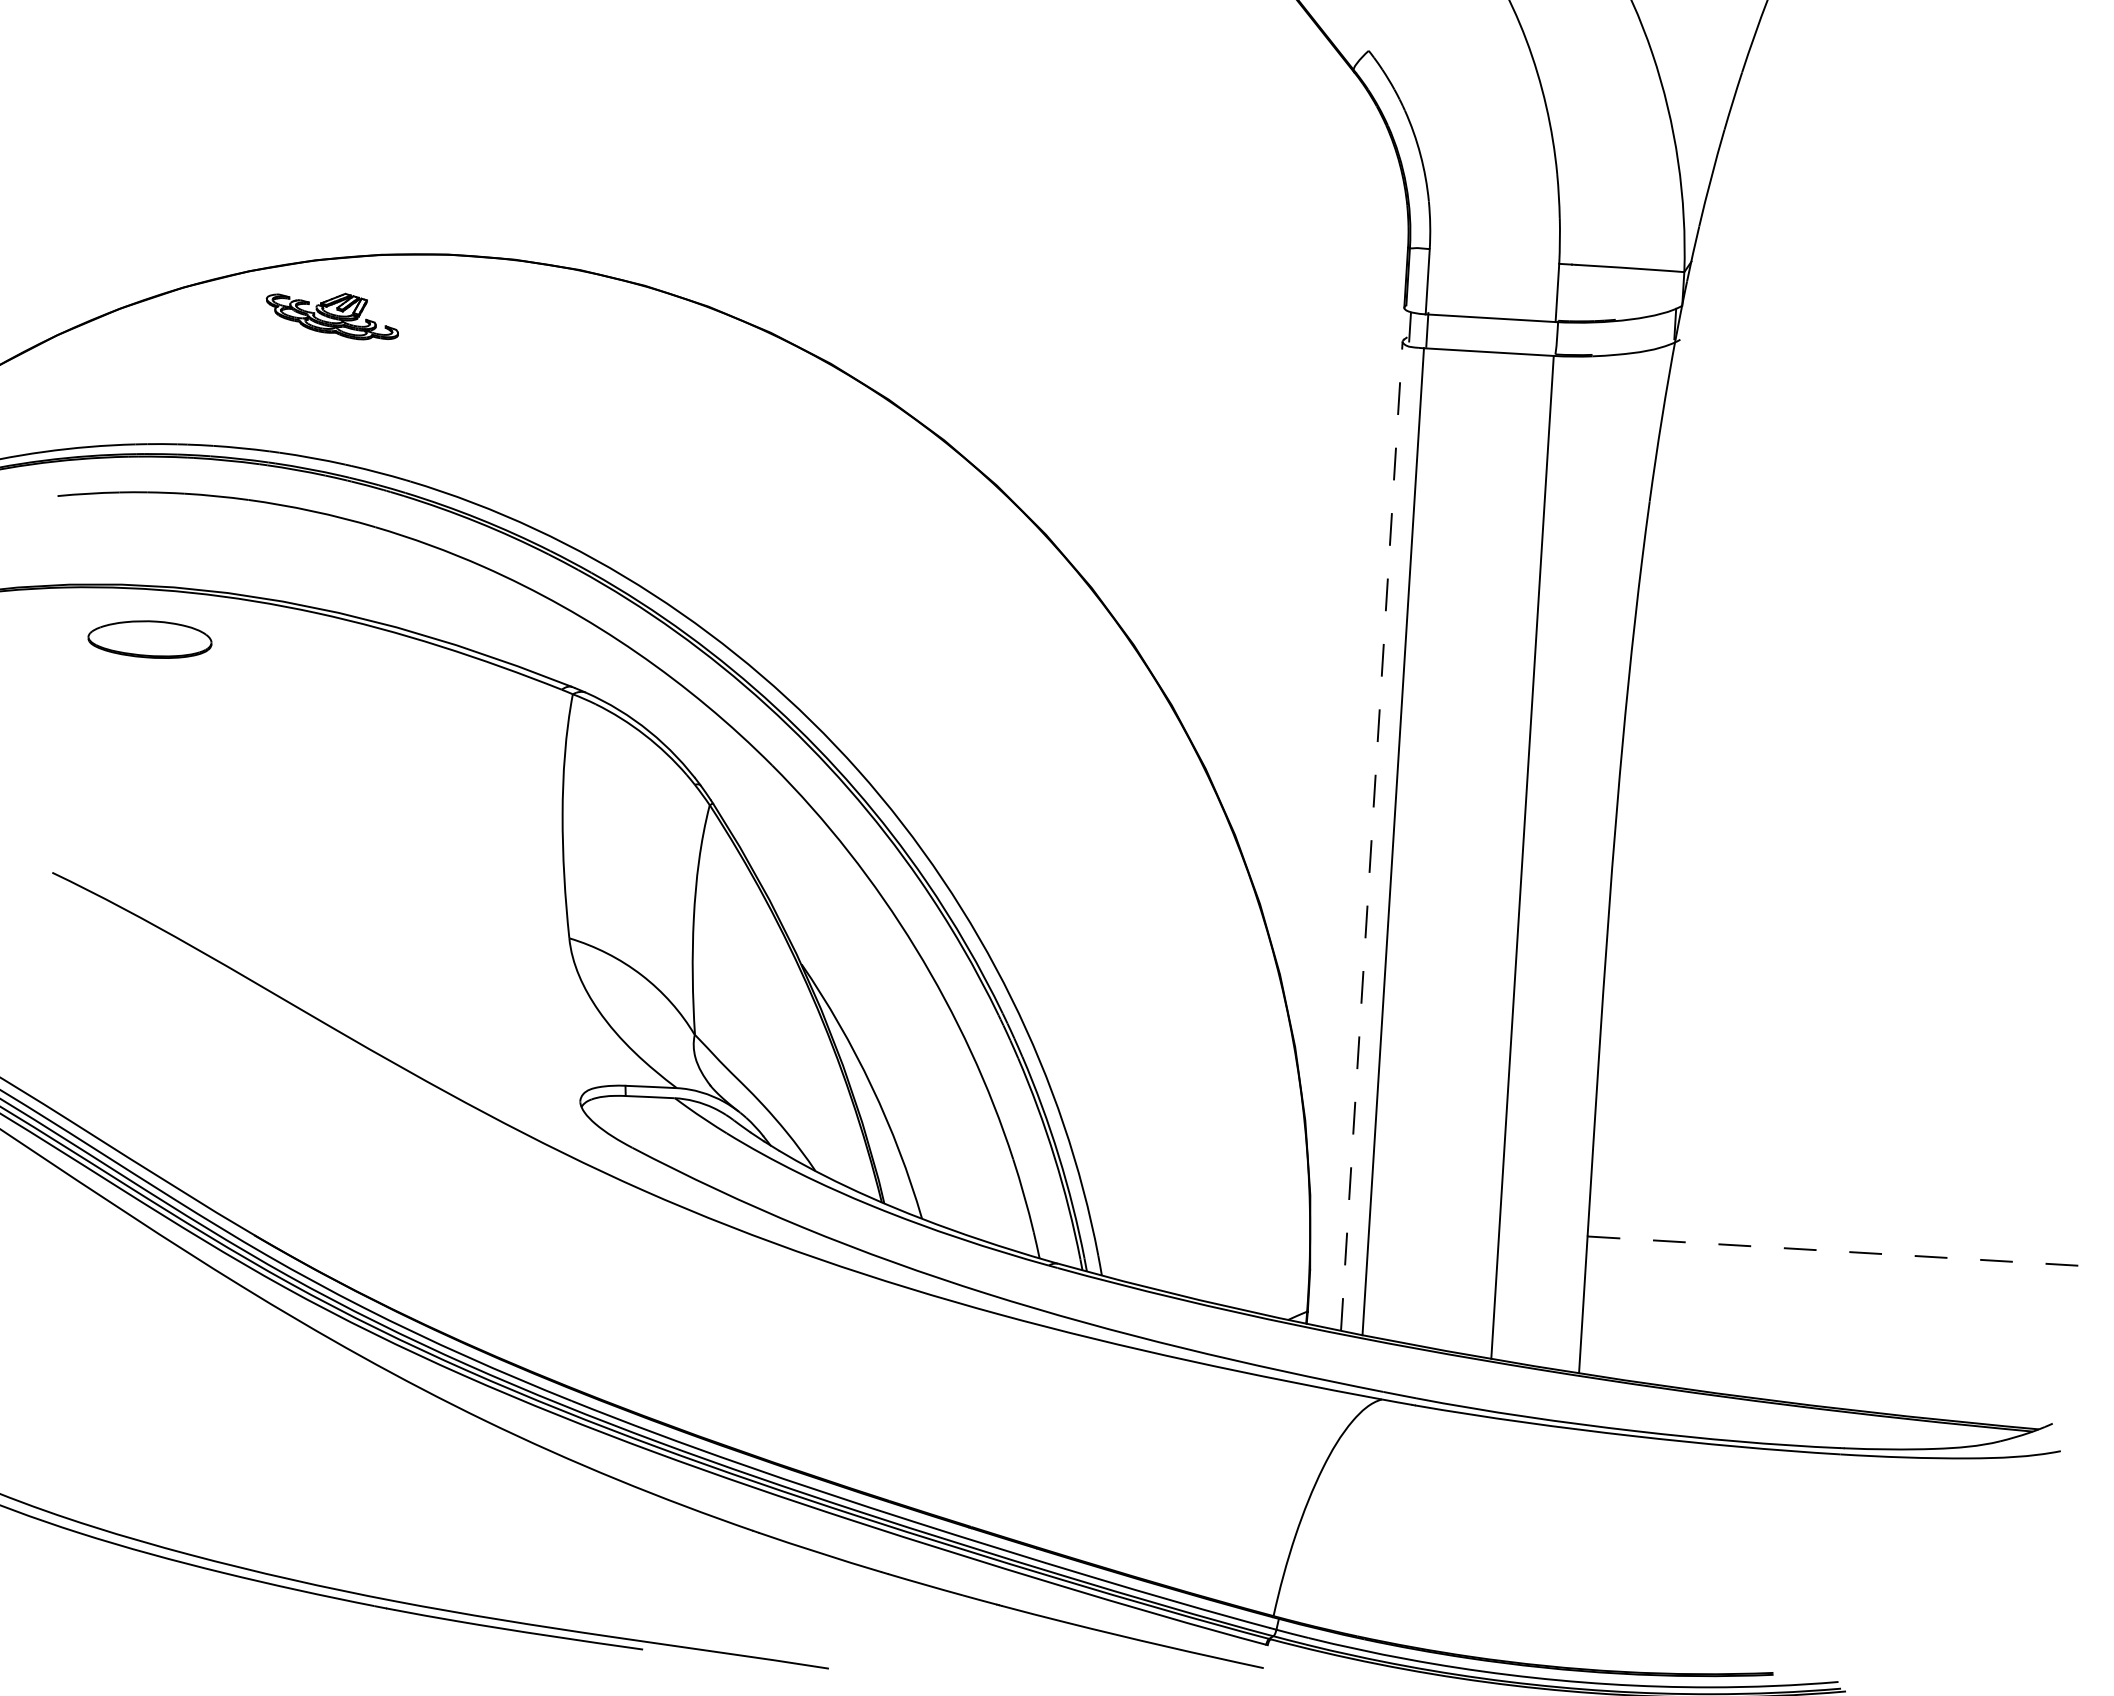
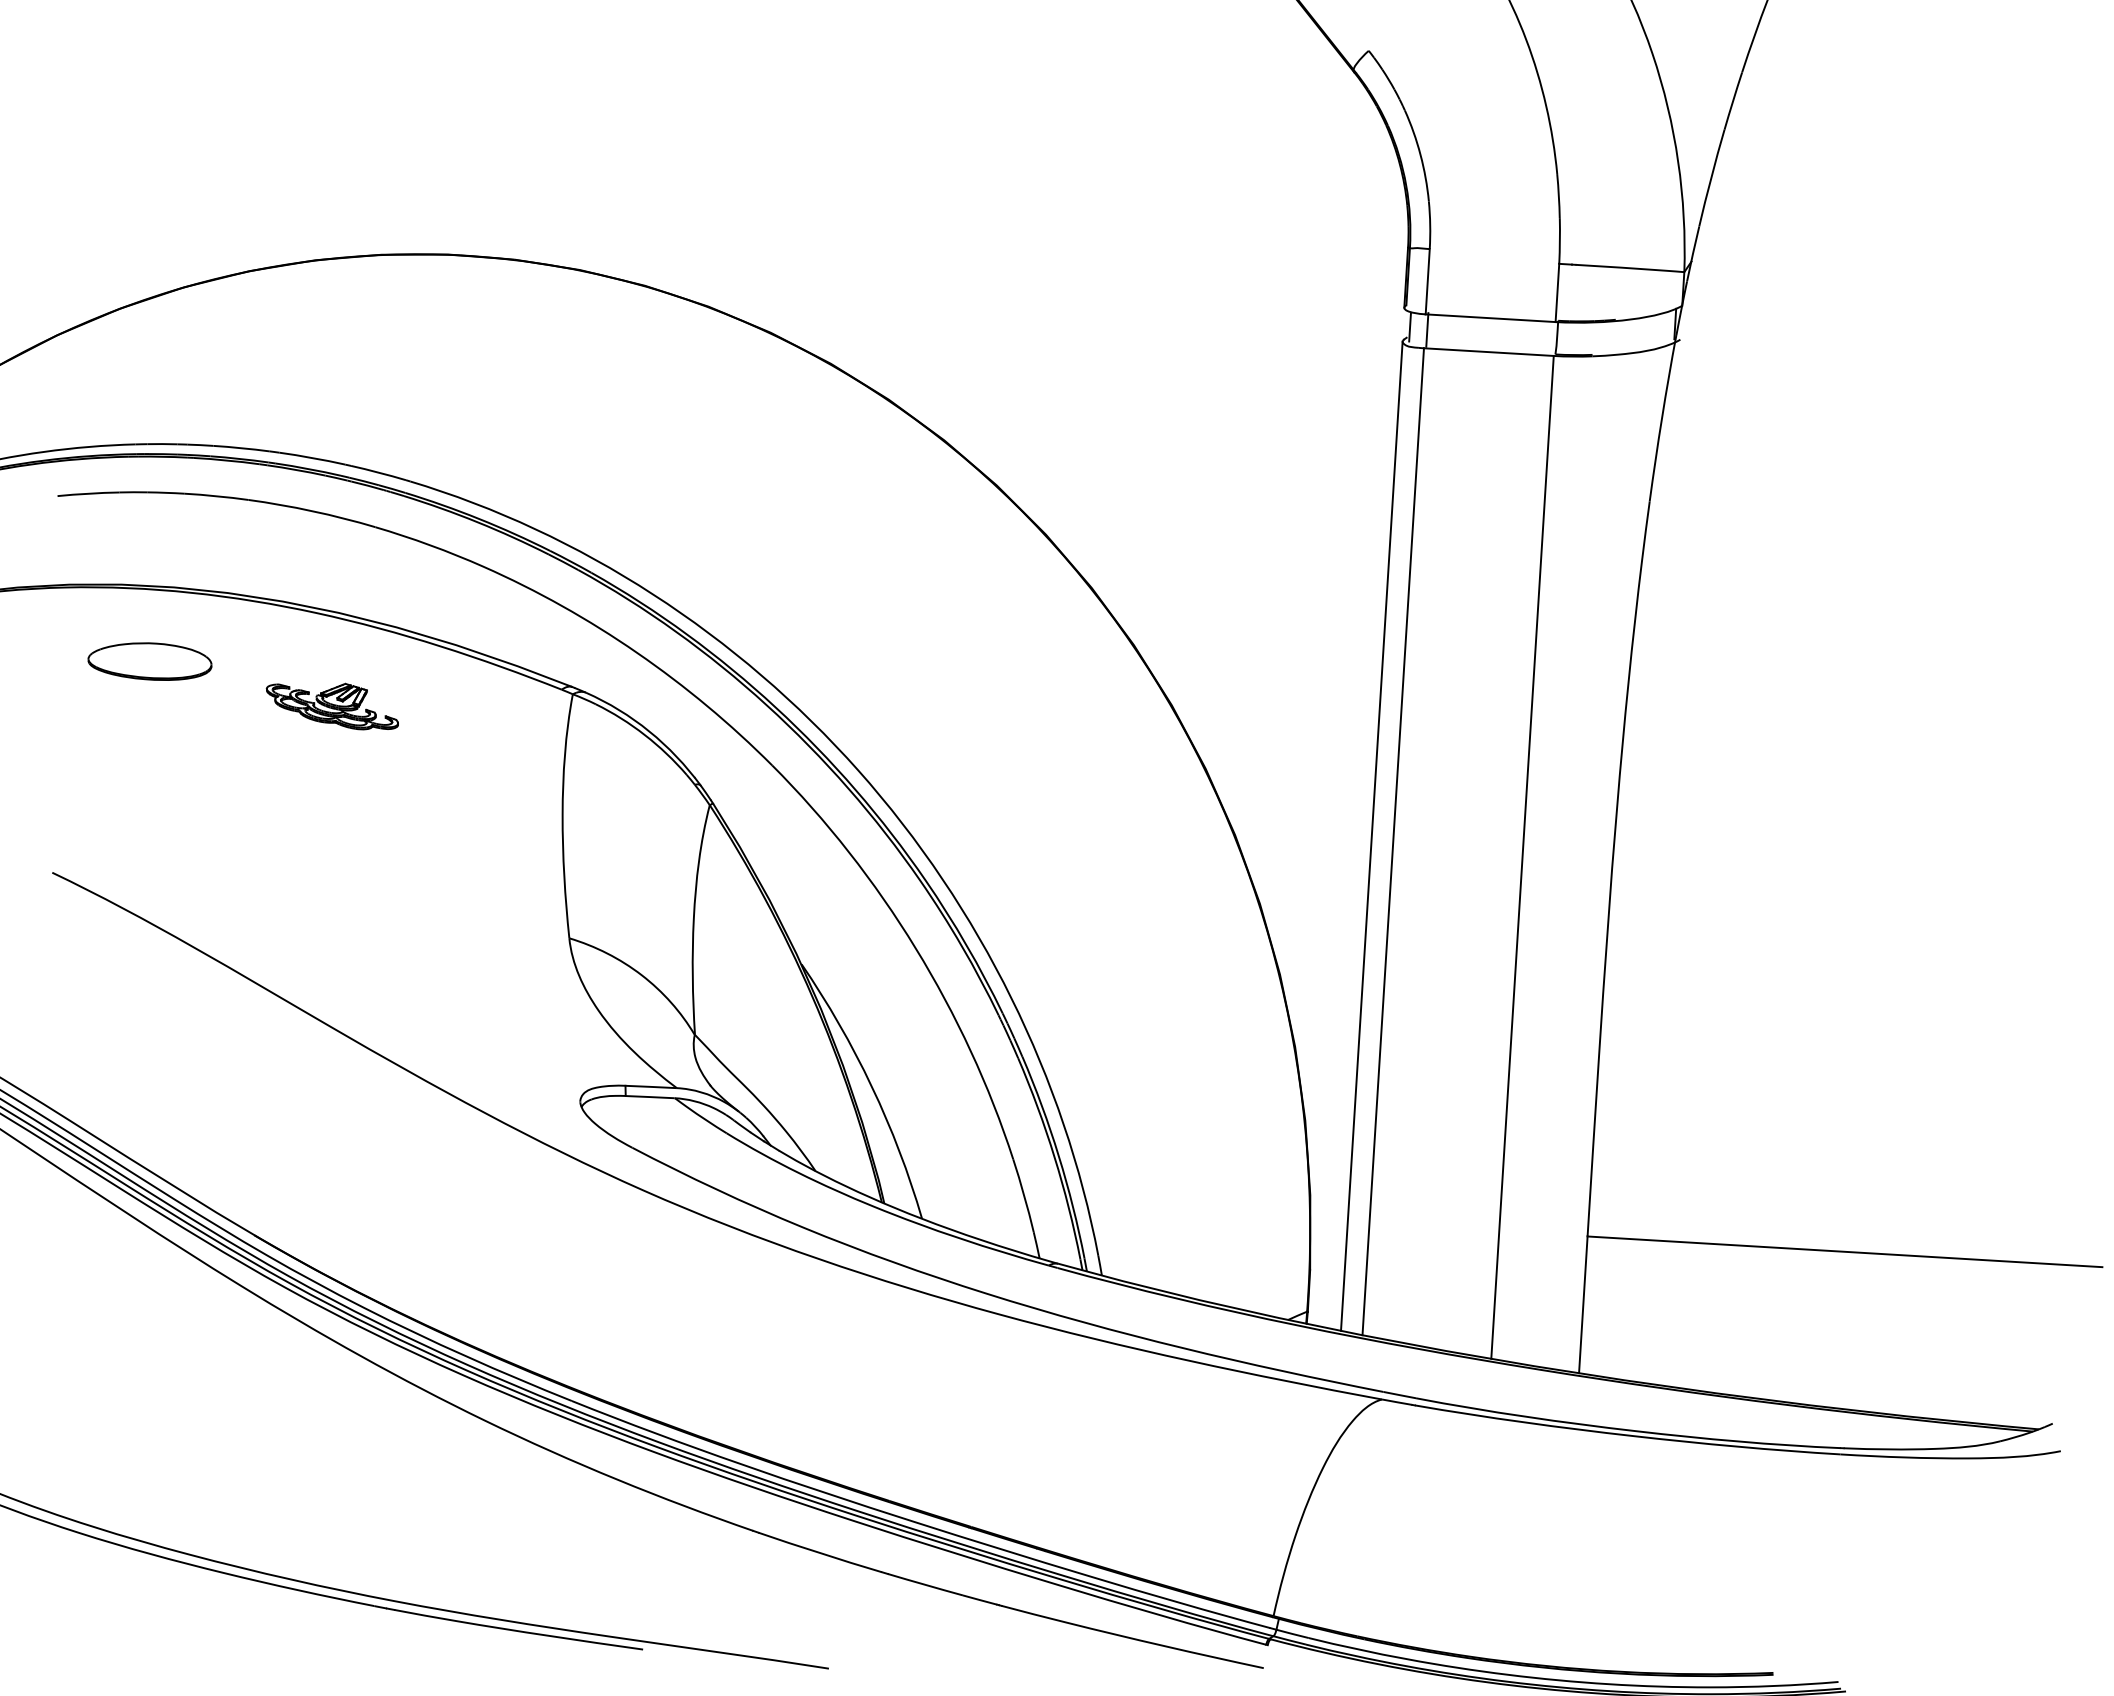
part at (331, 316) position: (331, 316) -> (331, 706)
part at (149, 639) position: (149, 639) -> (149, 661)
line at (1371, 836): dashed -> solid
line at (1844, 1251): dashed -> solid
